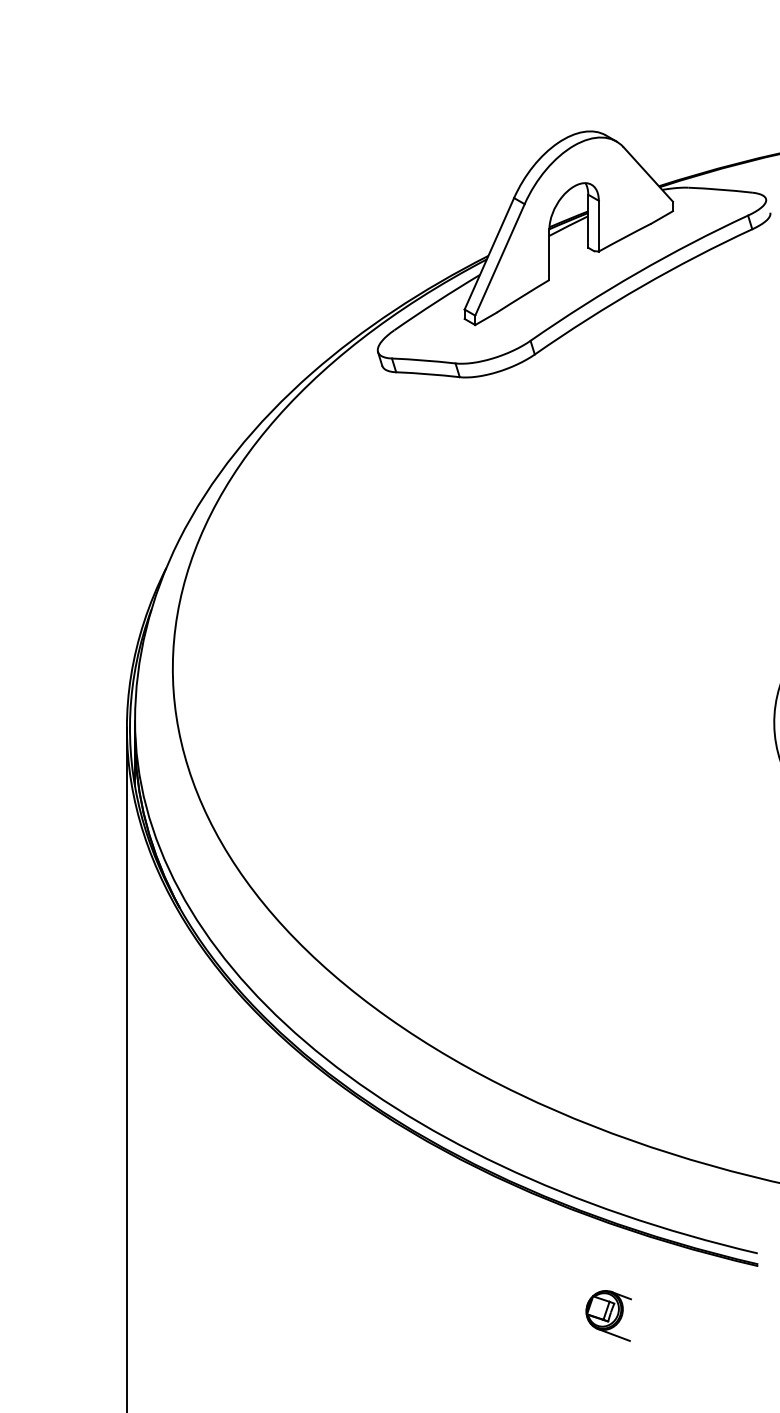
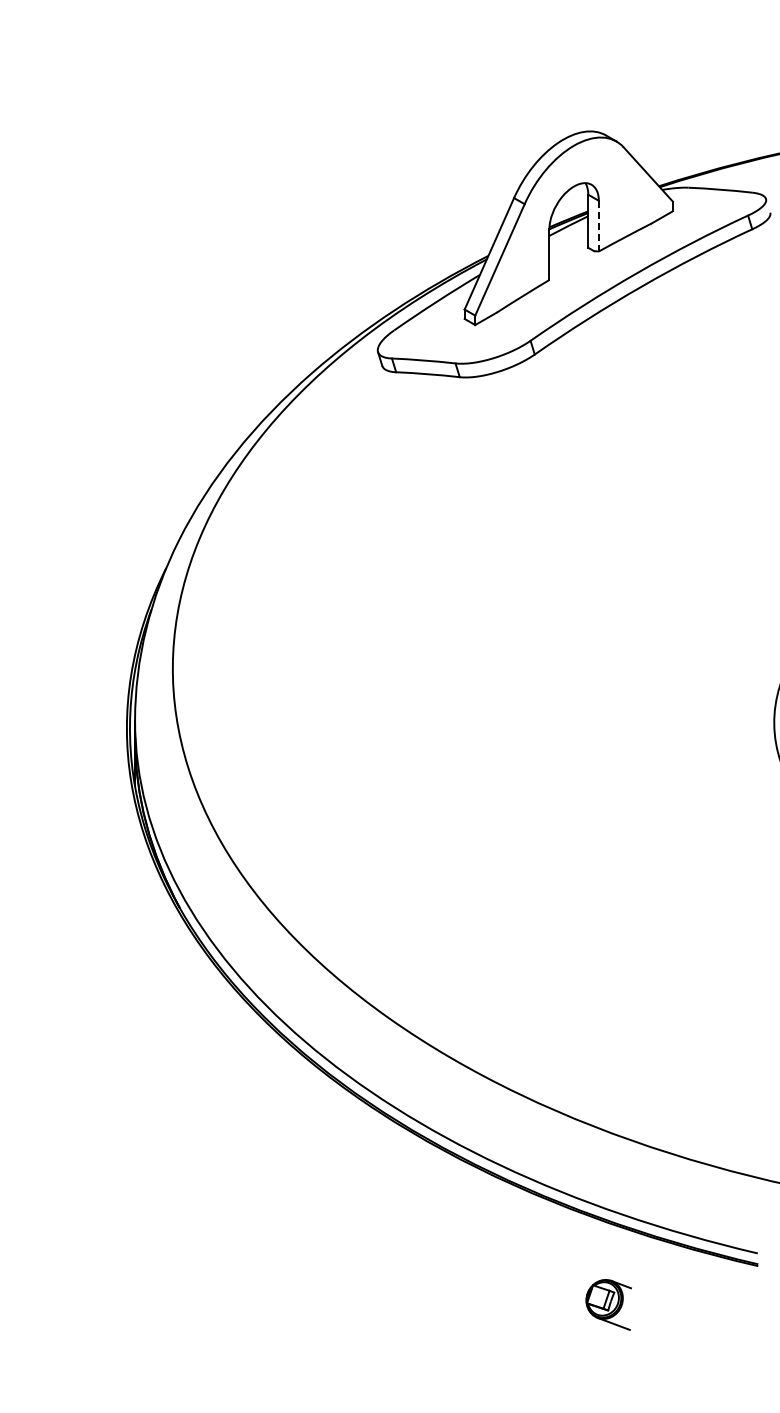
line at (598, 226): solid -> dashed
line at (127, 1068): present -> none
part at (608, 1315) position: (608, 1315) -> (608, 1304)
